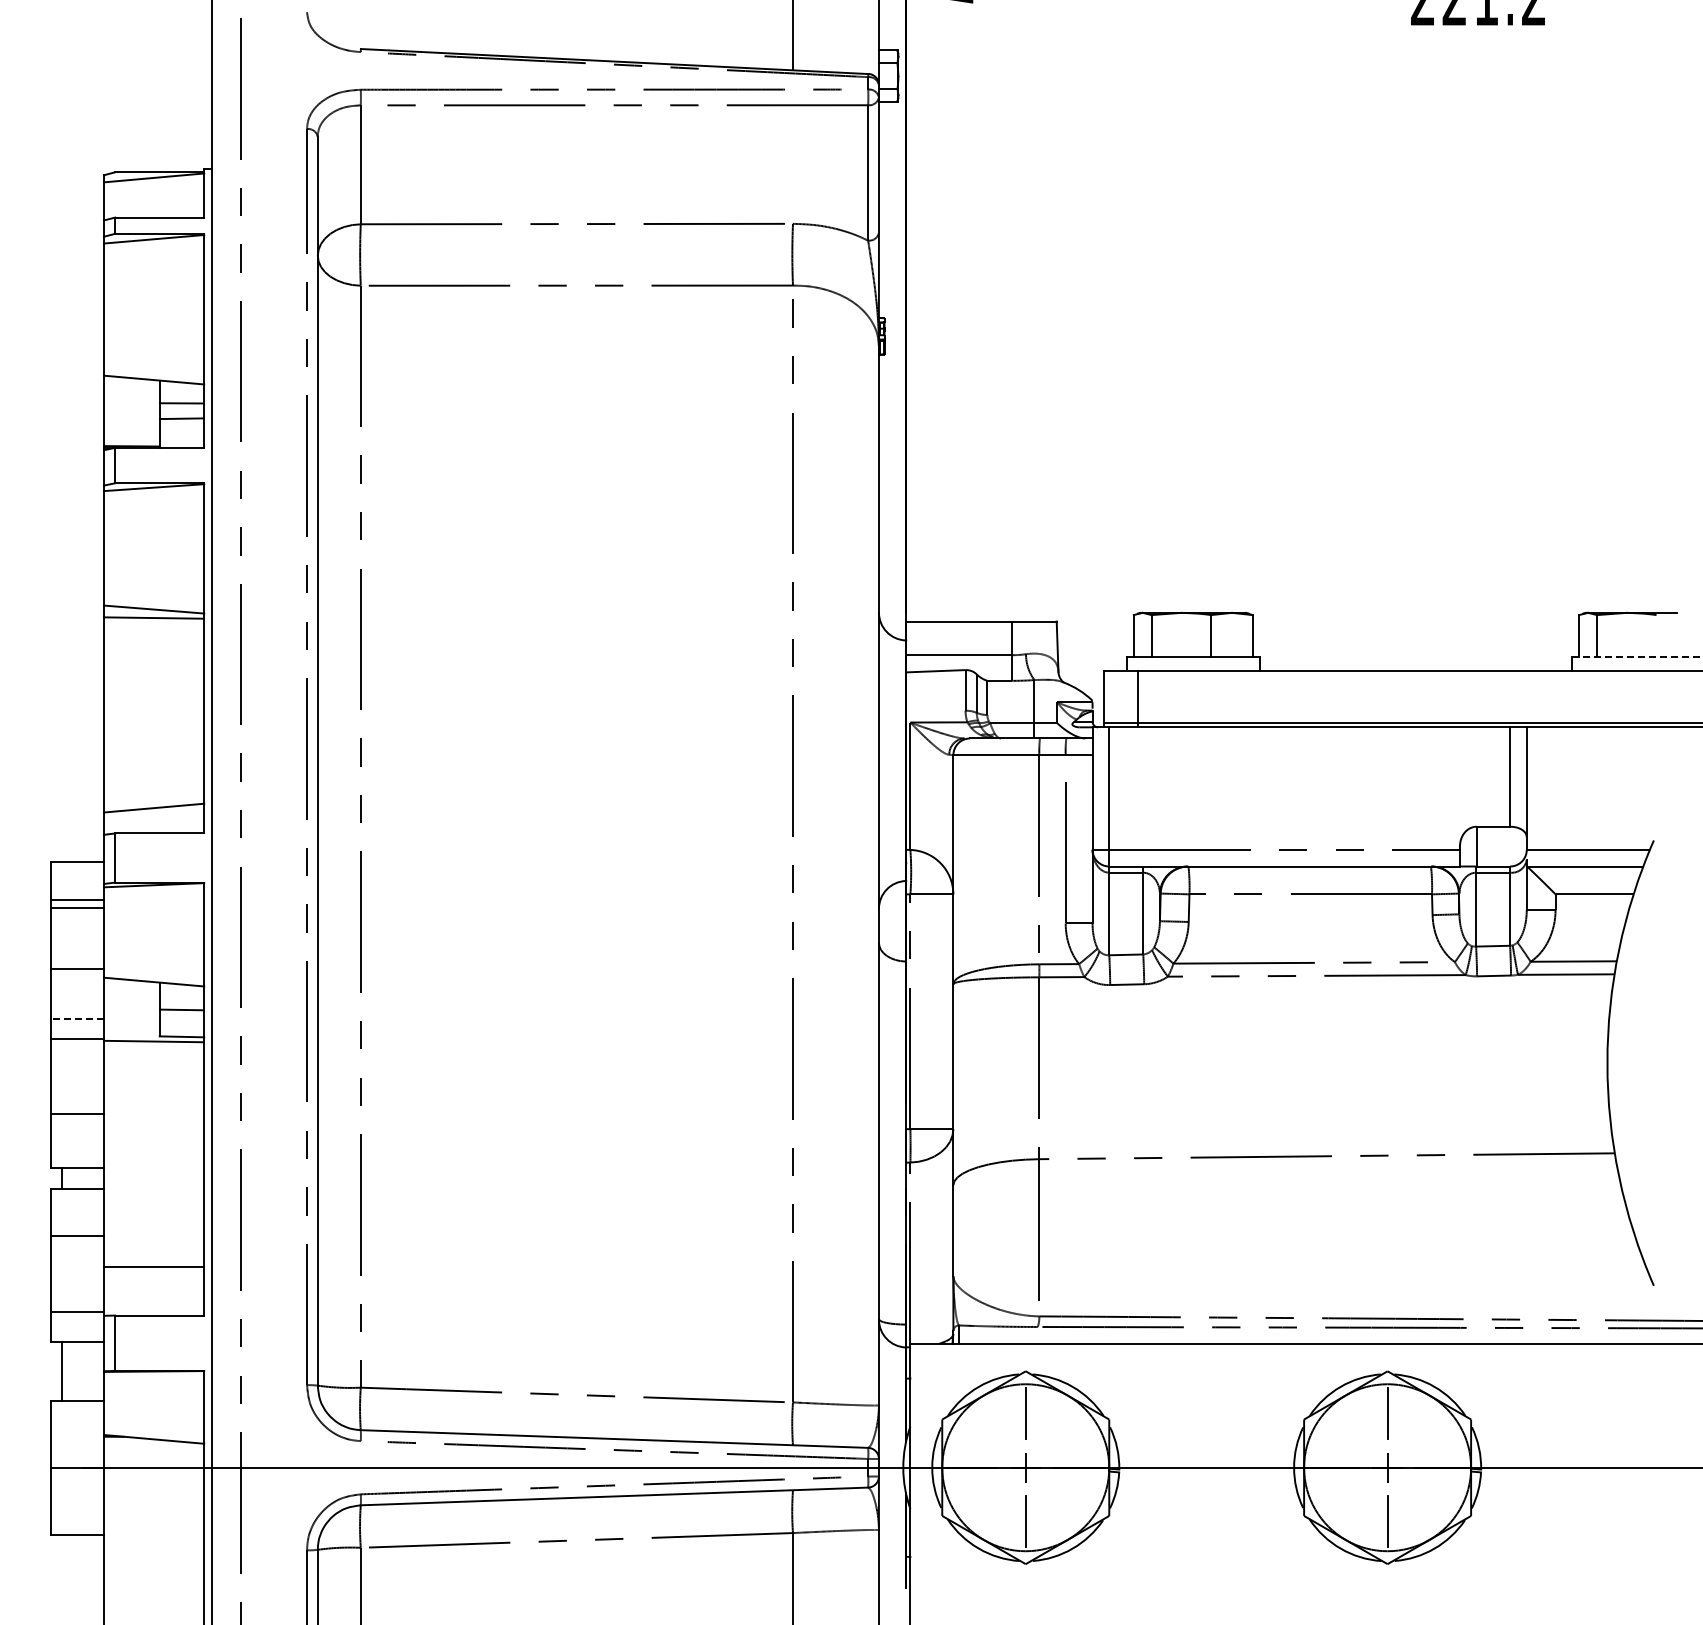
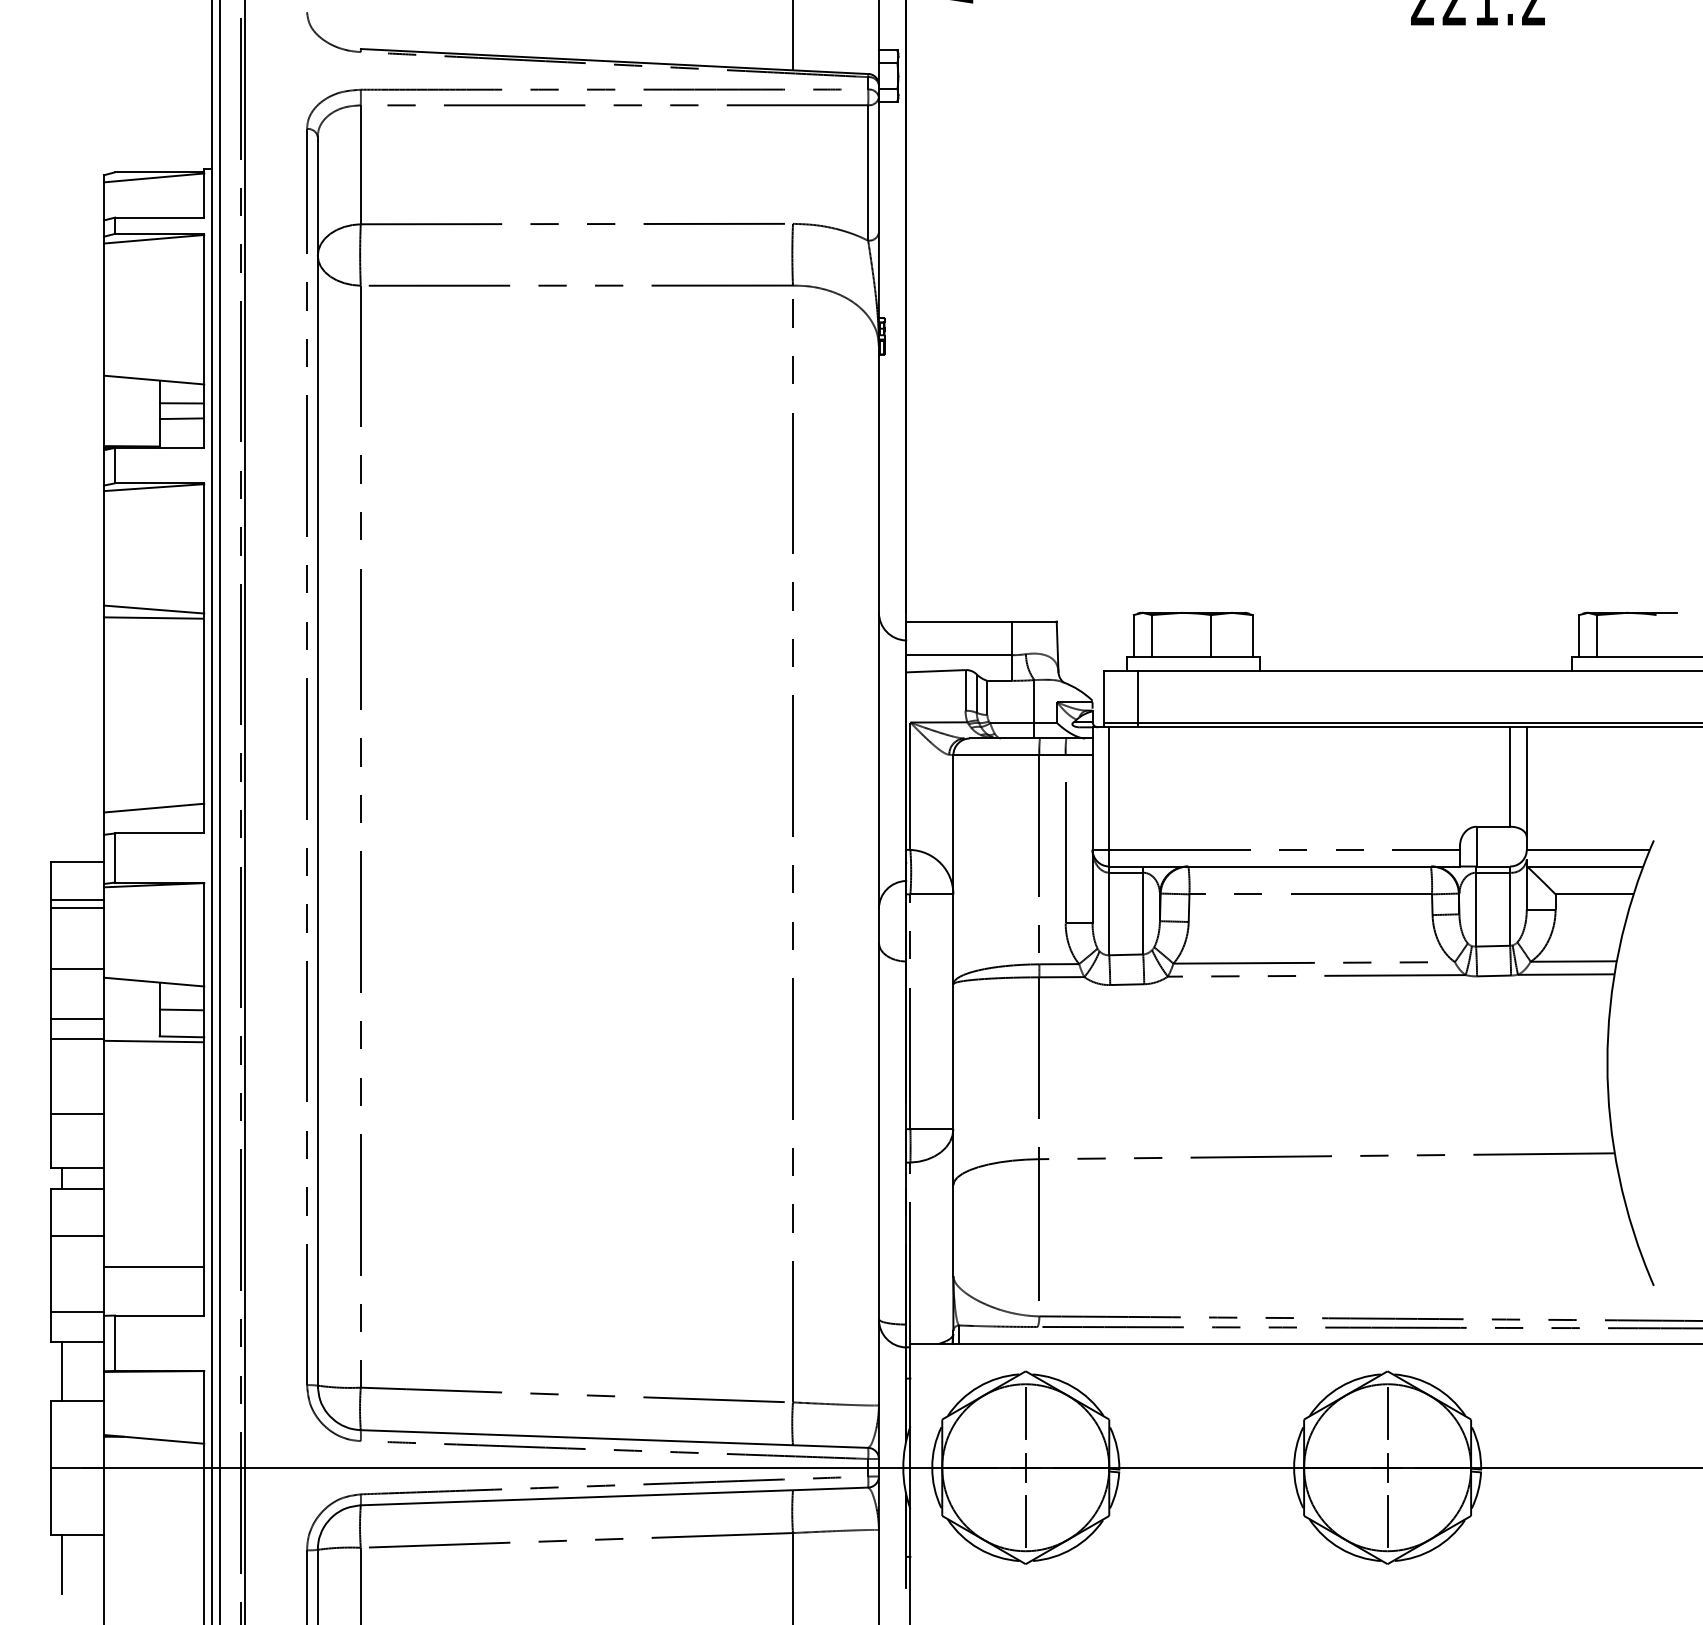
line at (1637, 657): dashed -> solid
line at (220, 811): none -> present
line at (245, 811): none -> present
line at (77, 1019): dashed -> solid
line at (62, 1563): none -> present
